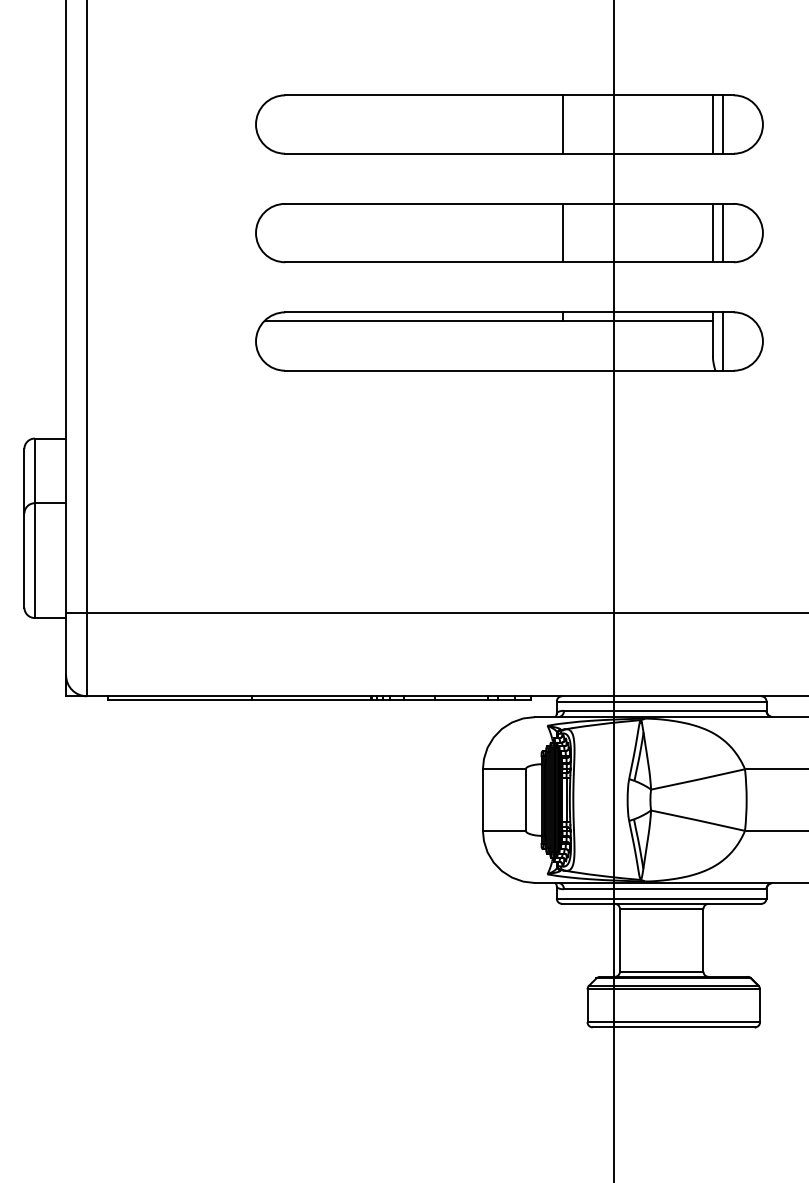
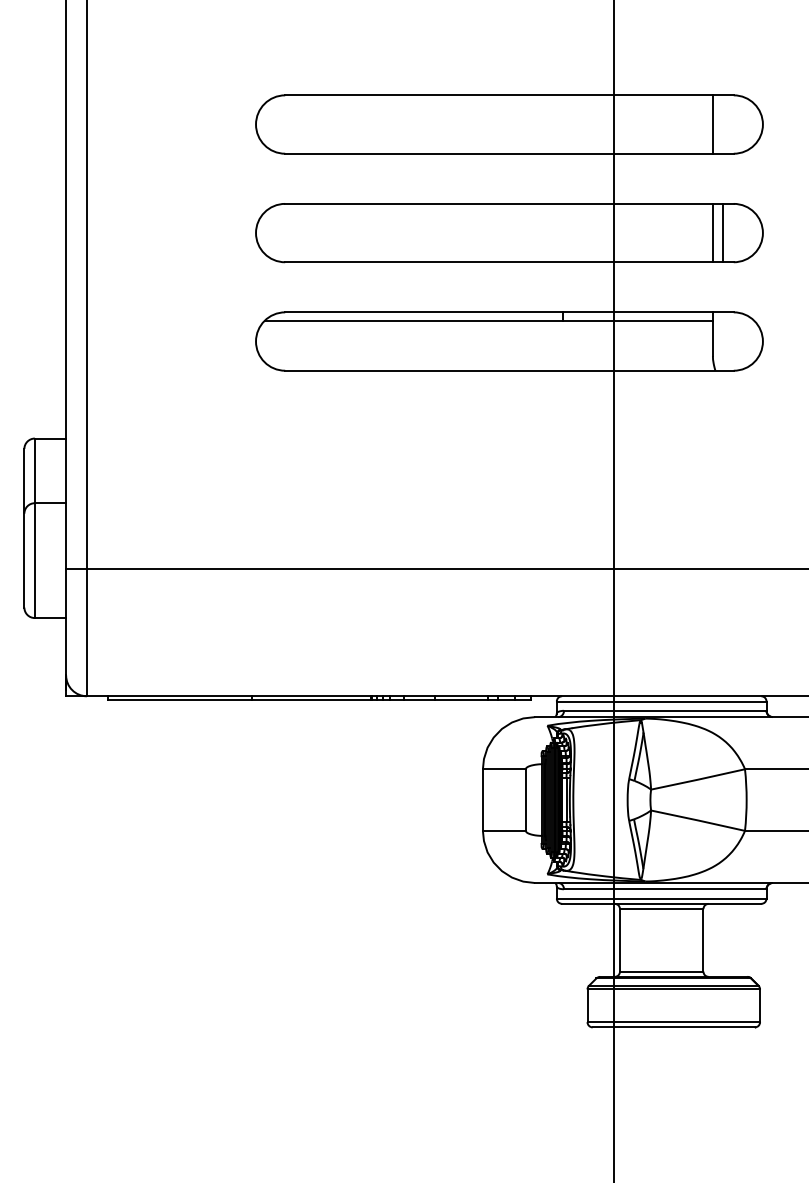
line at (562, 124): present -> none
line at (723, 124): present -> none
line at (562, 232): present -> none
line at (723, 341): present -> none
line at (435, 612) position: (435, 612) -> (435, 568)
